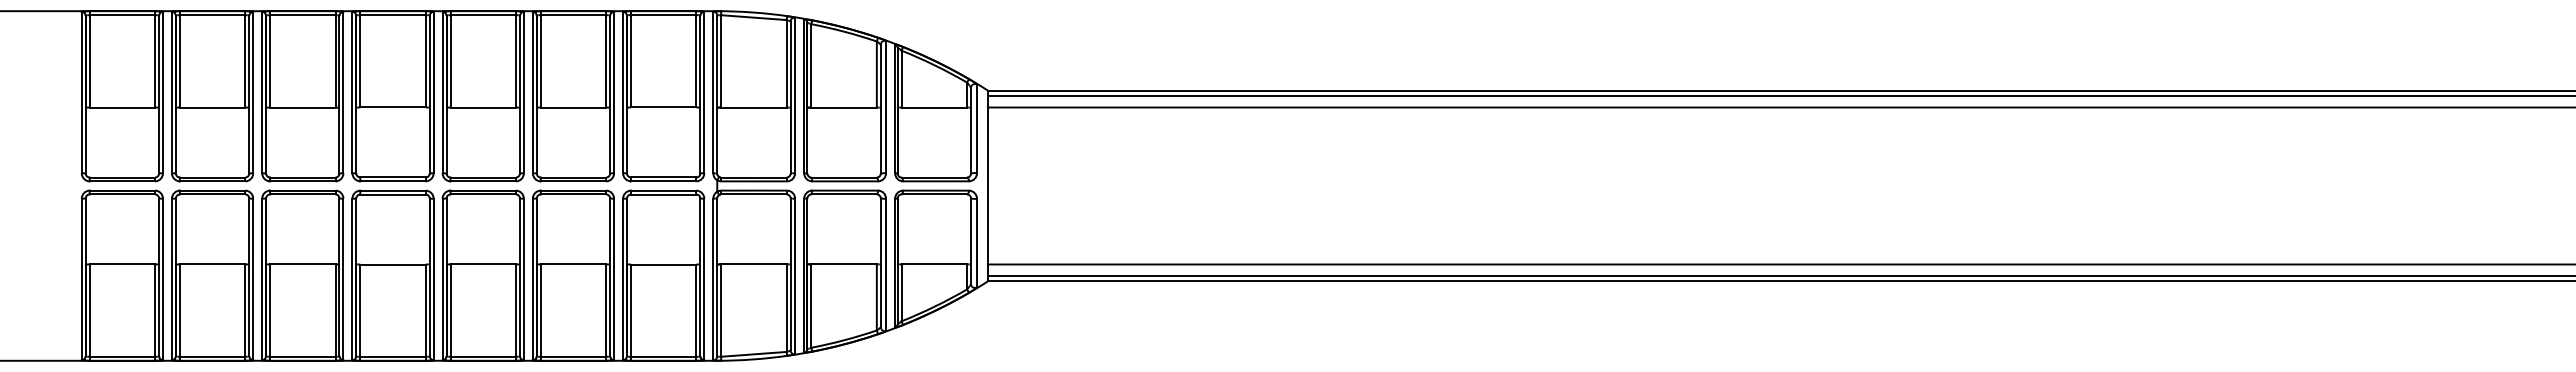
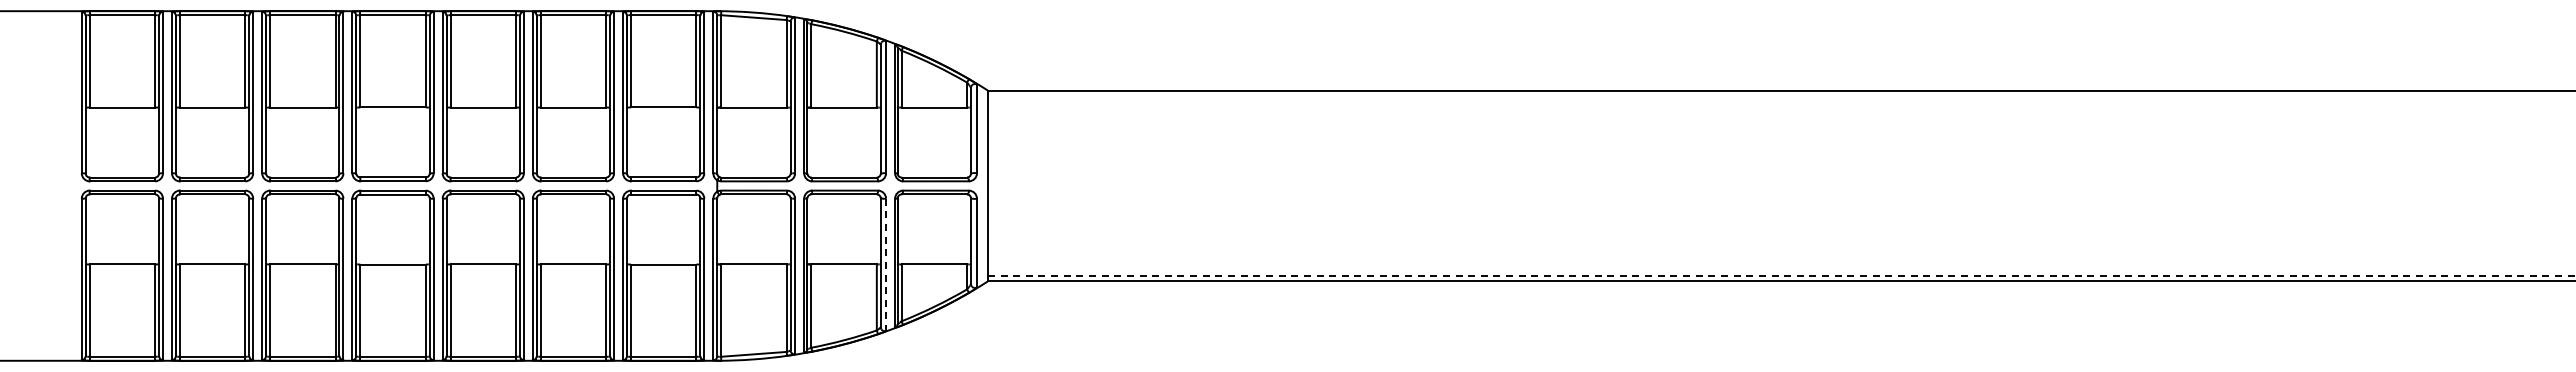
line at (1779, 96): present -> none
line at (1779, 107): present -> none
line at (1779, 264): present -> none
line at (886, 265): solid -> dashed
line at (1781, 275): solid -> dashed
